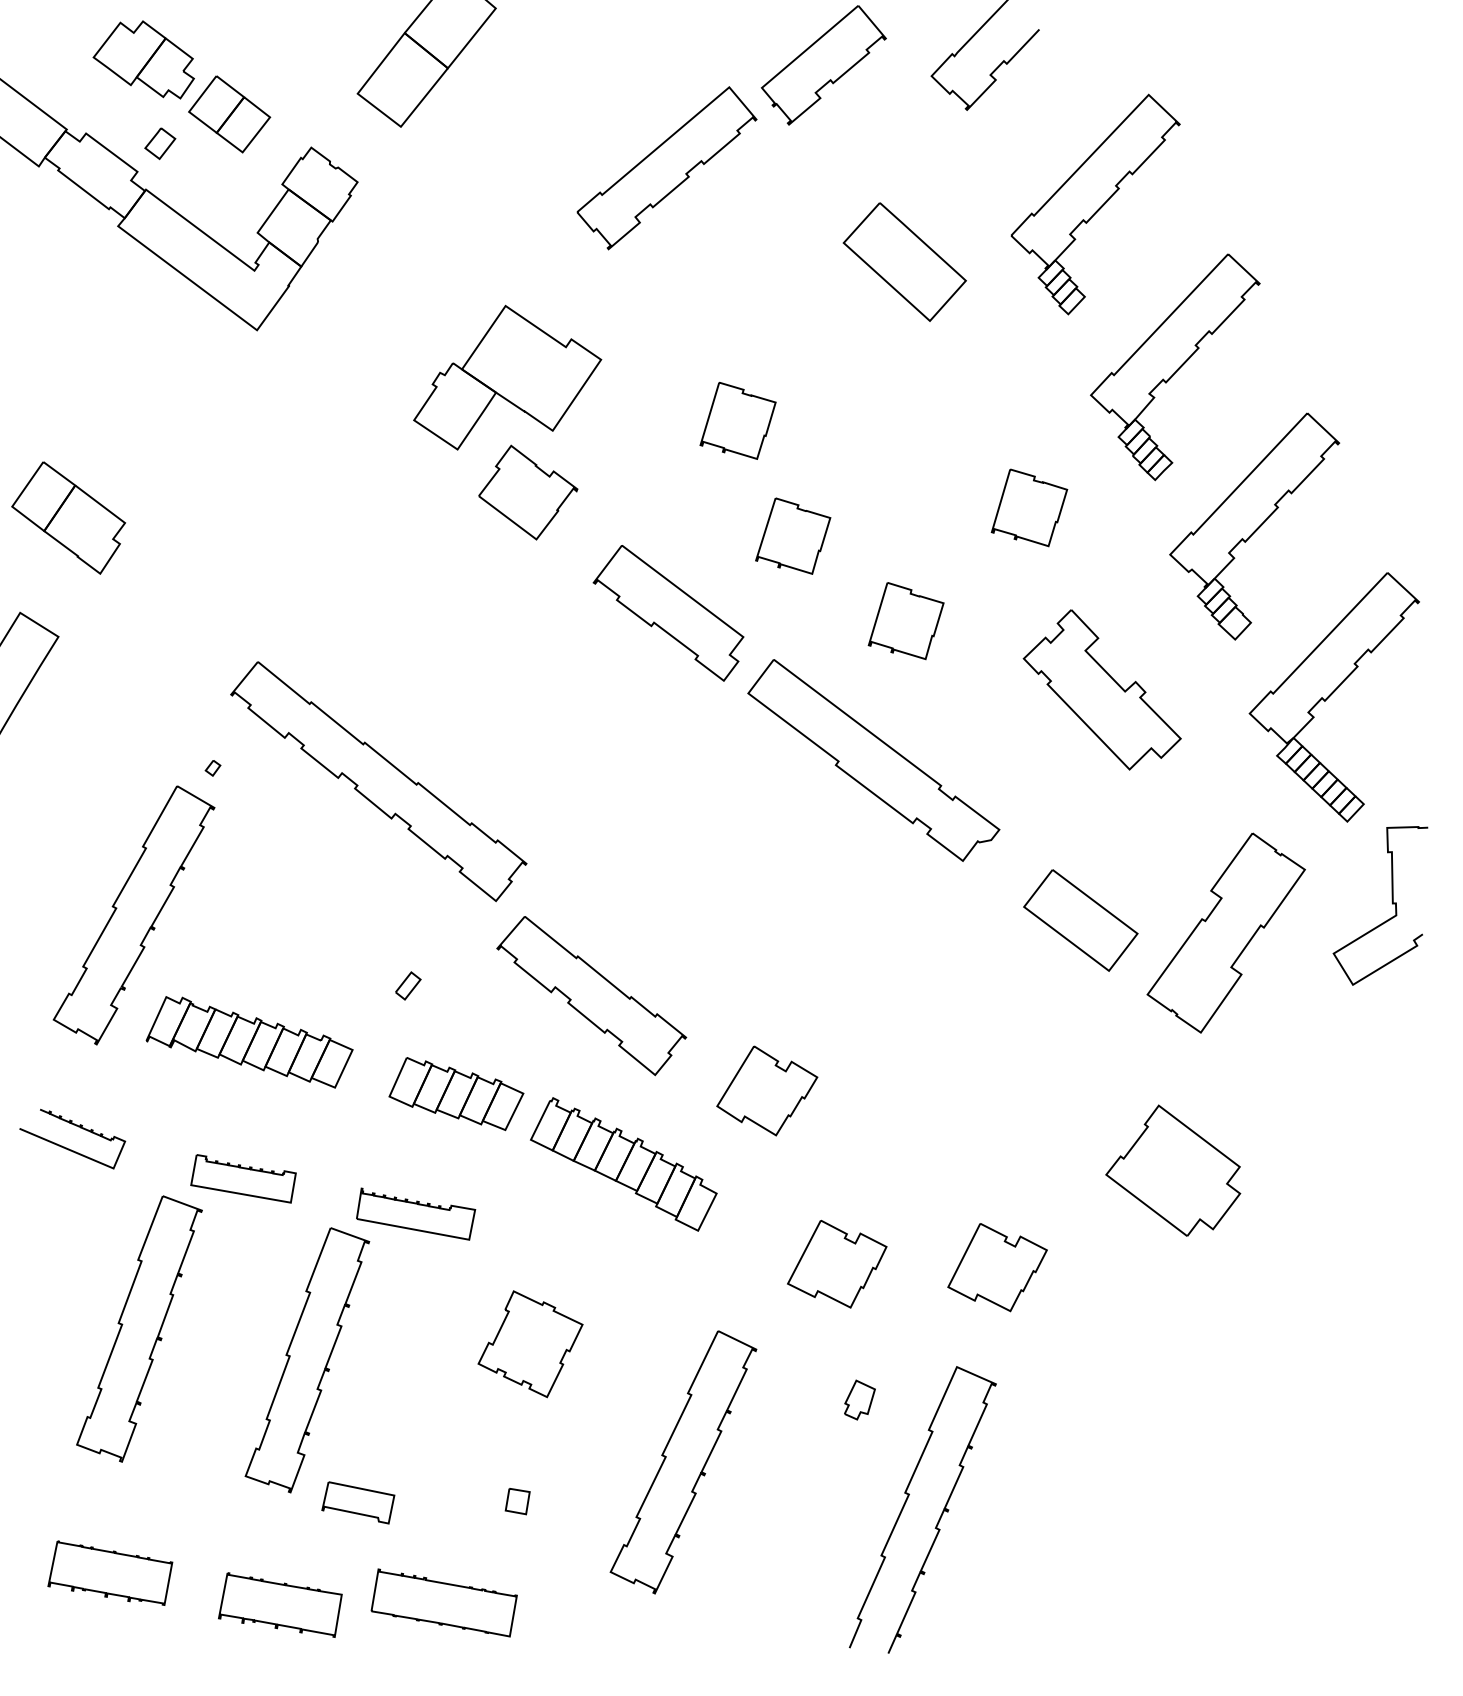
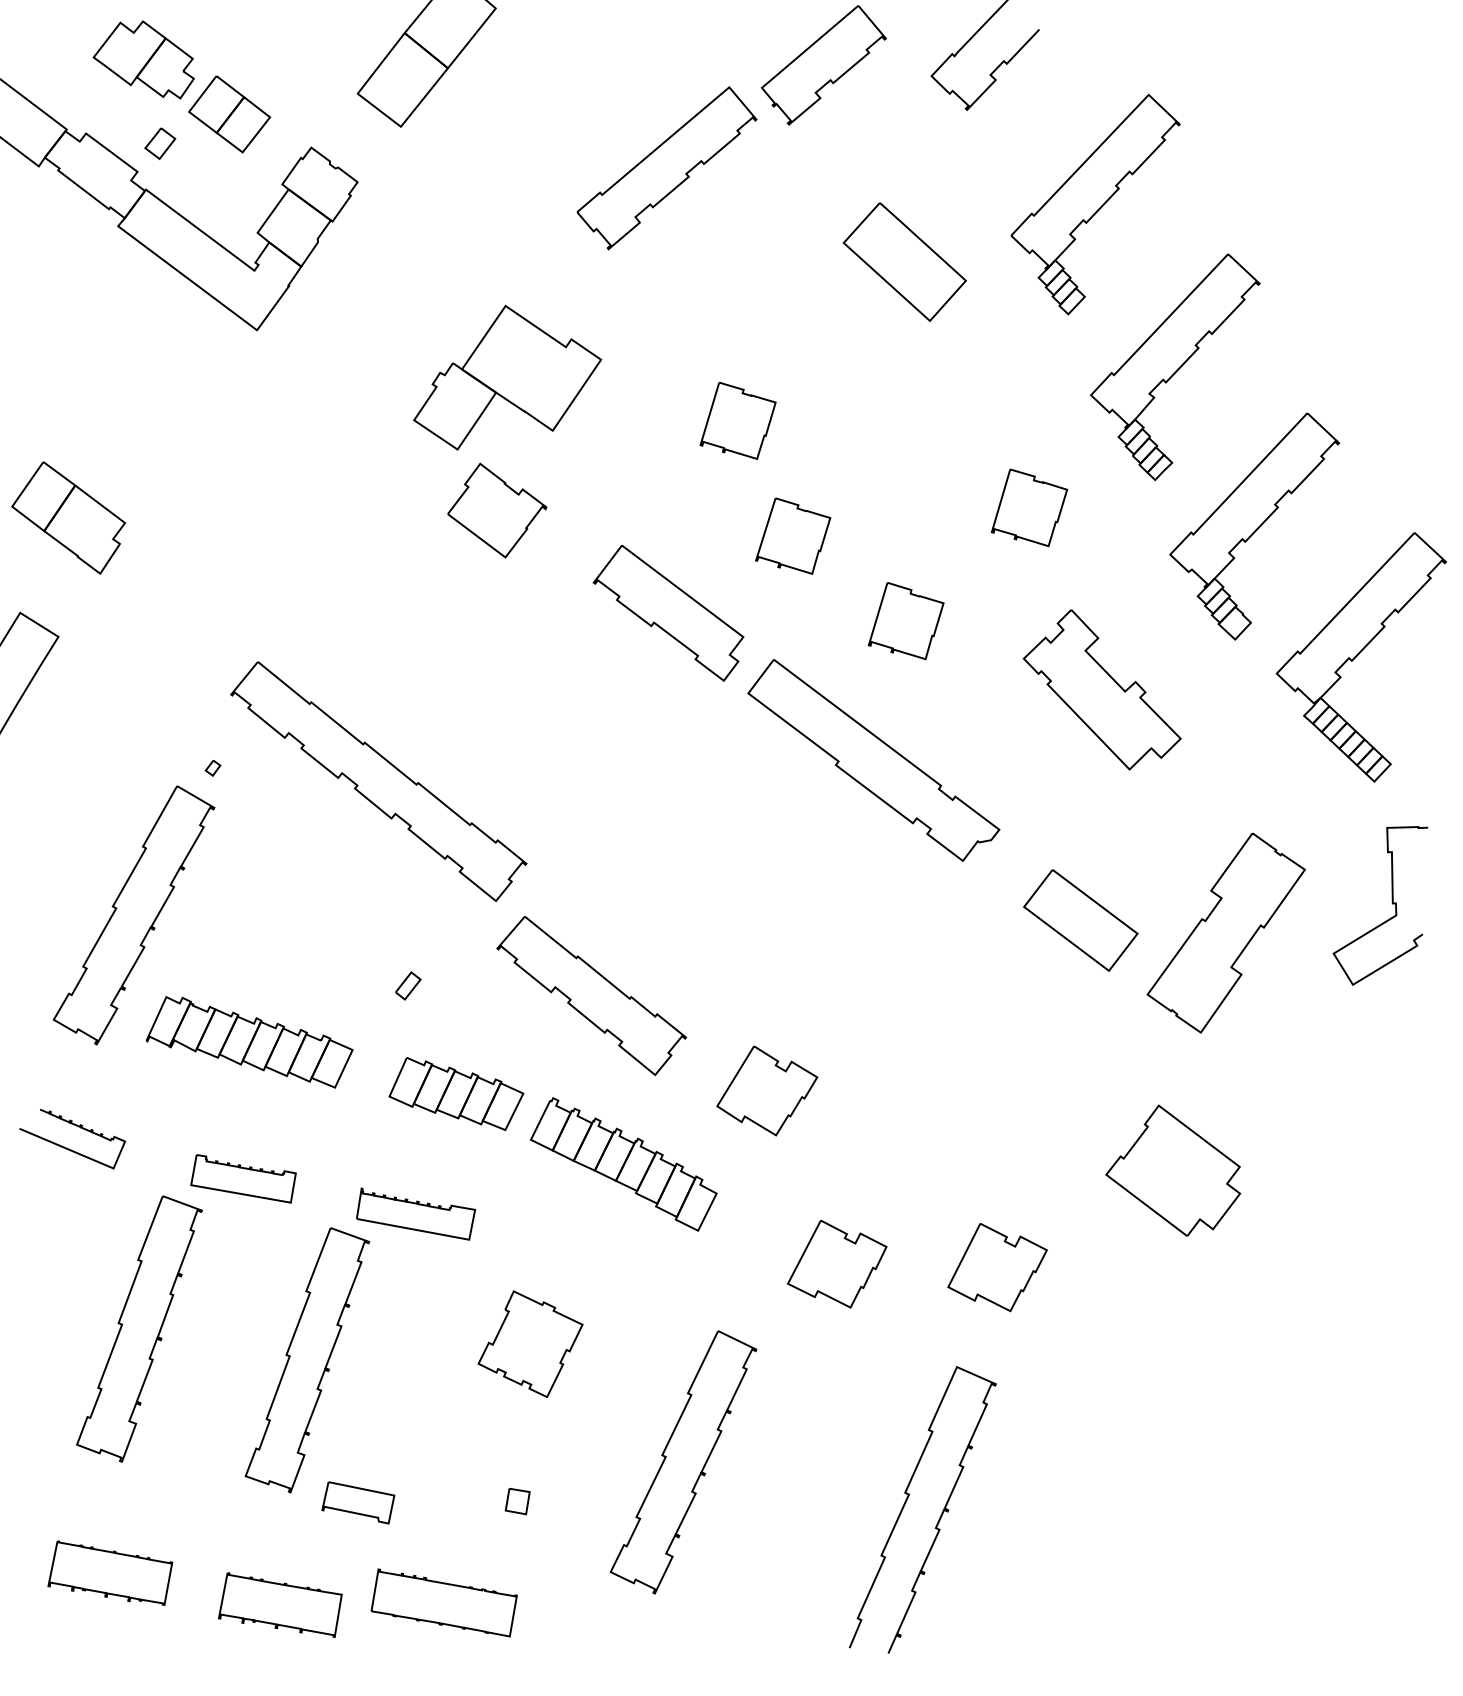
part at (528, 492) position: (528, 492) -> (497, 510)
part at (1333, 697) position: (1333, 697) -> (1360, 657)
part at (859, 1399): present -> none
